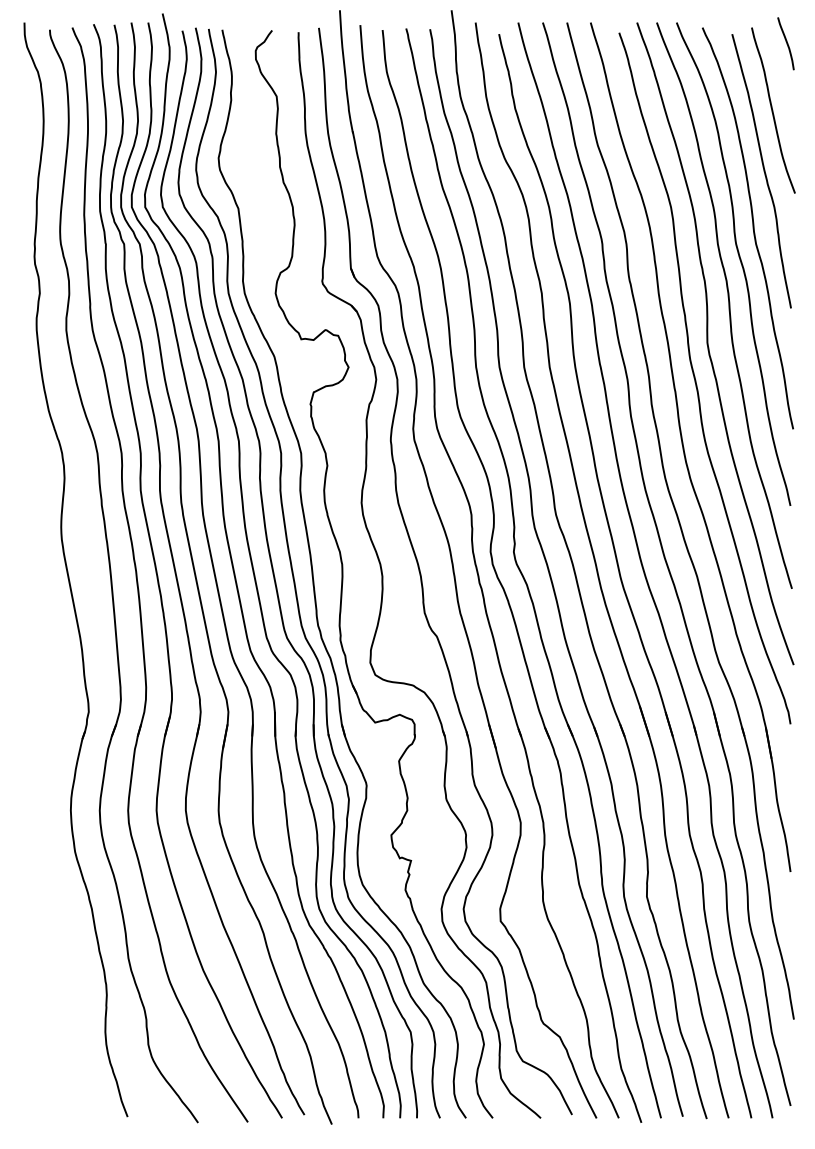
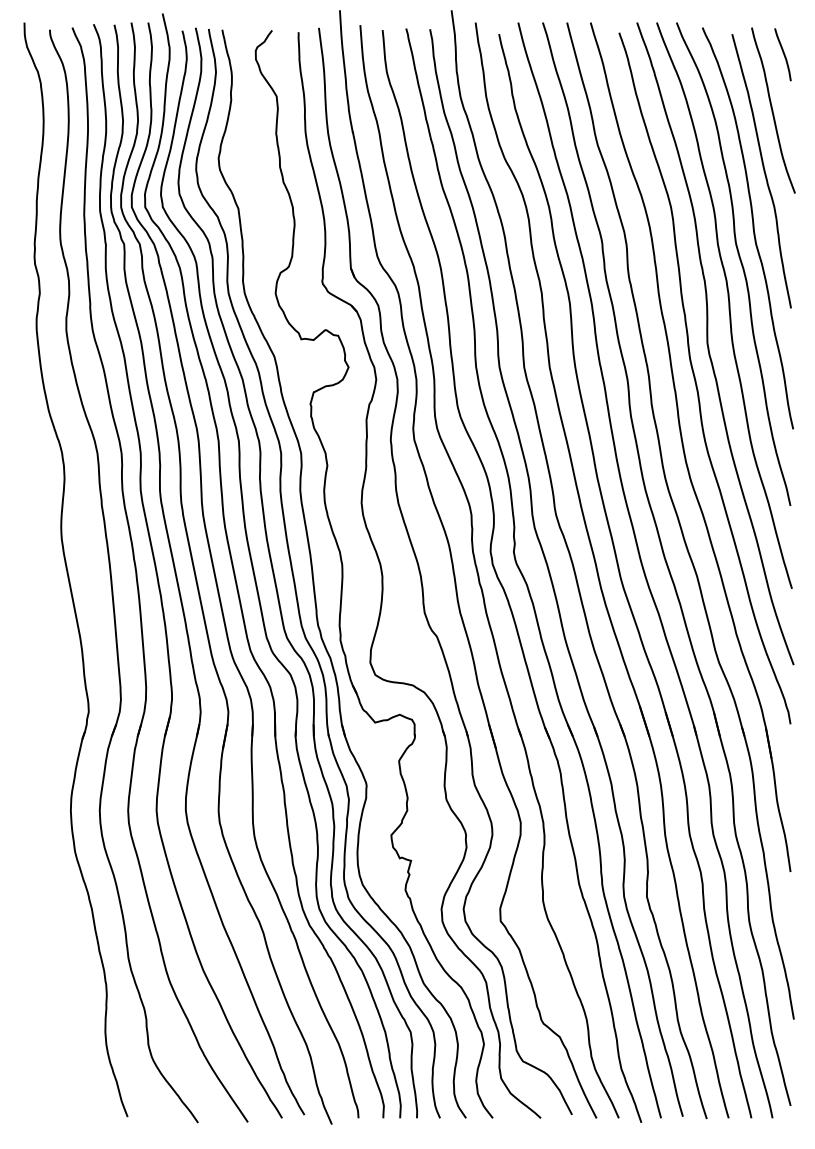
curve at (786, 43) position: (786, 43) -> (783, 54)
